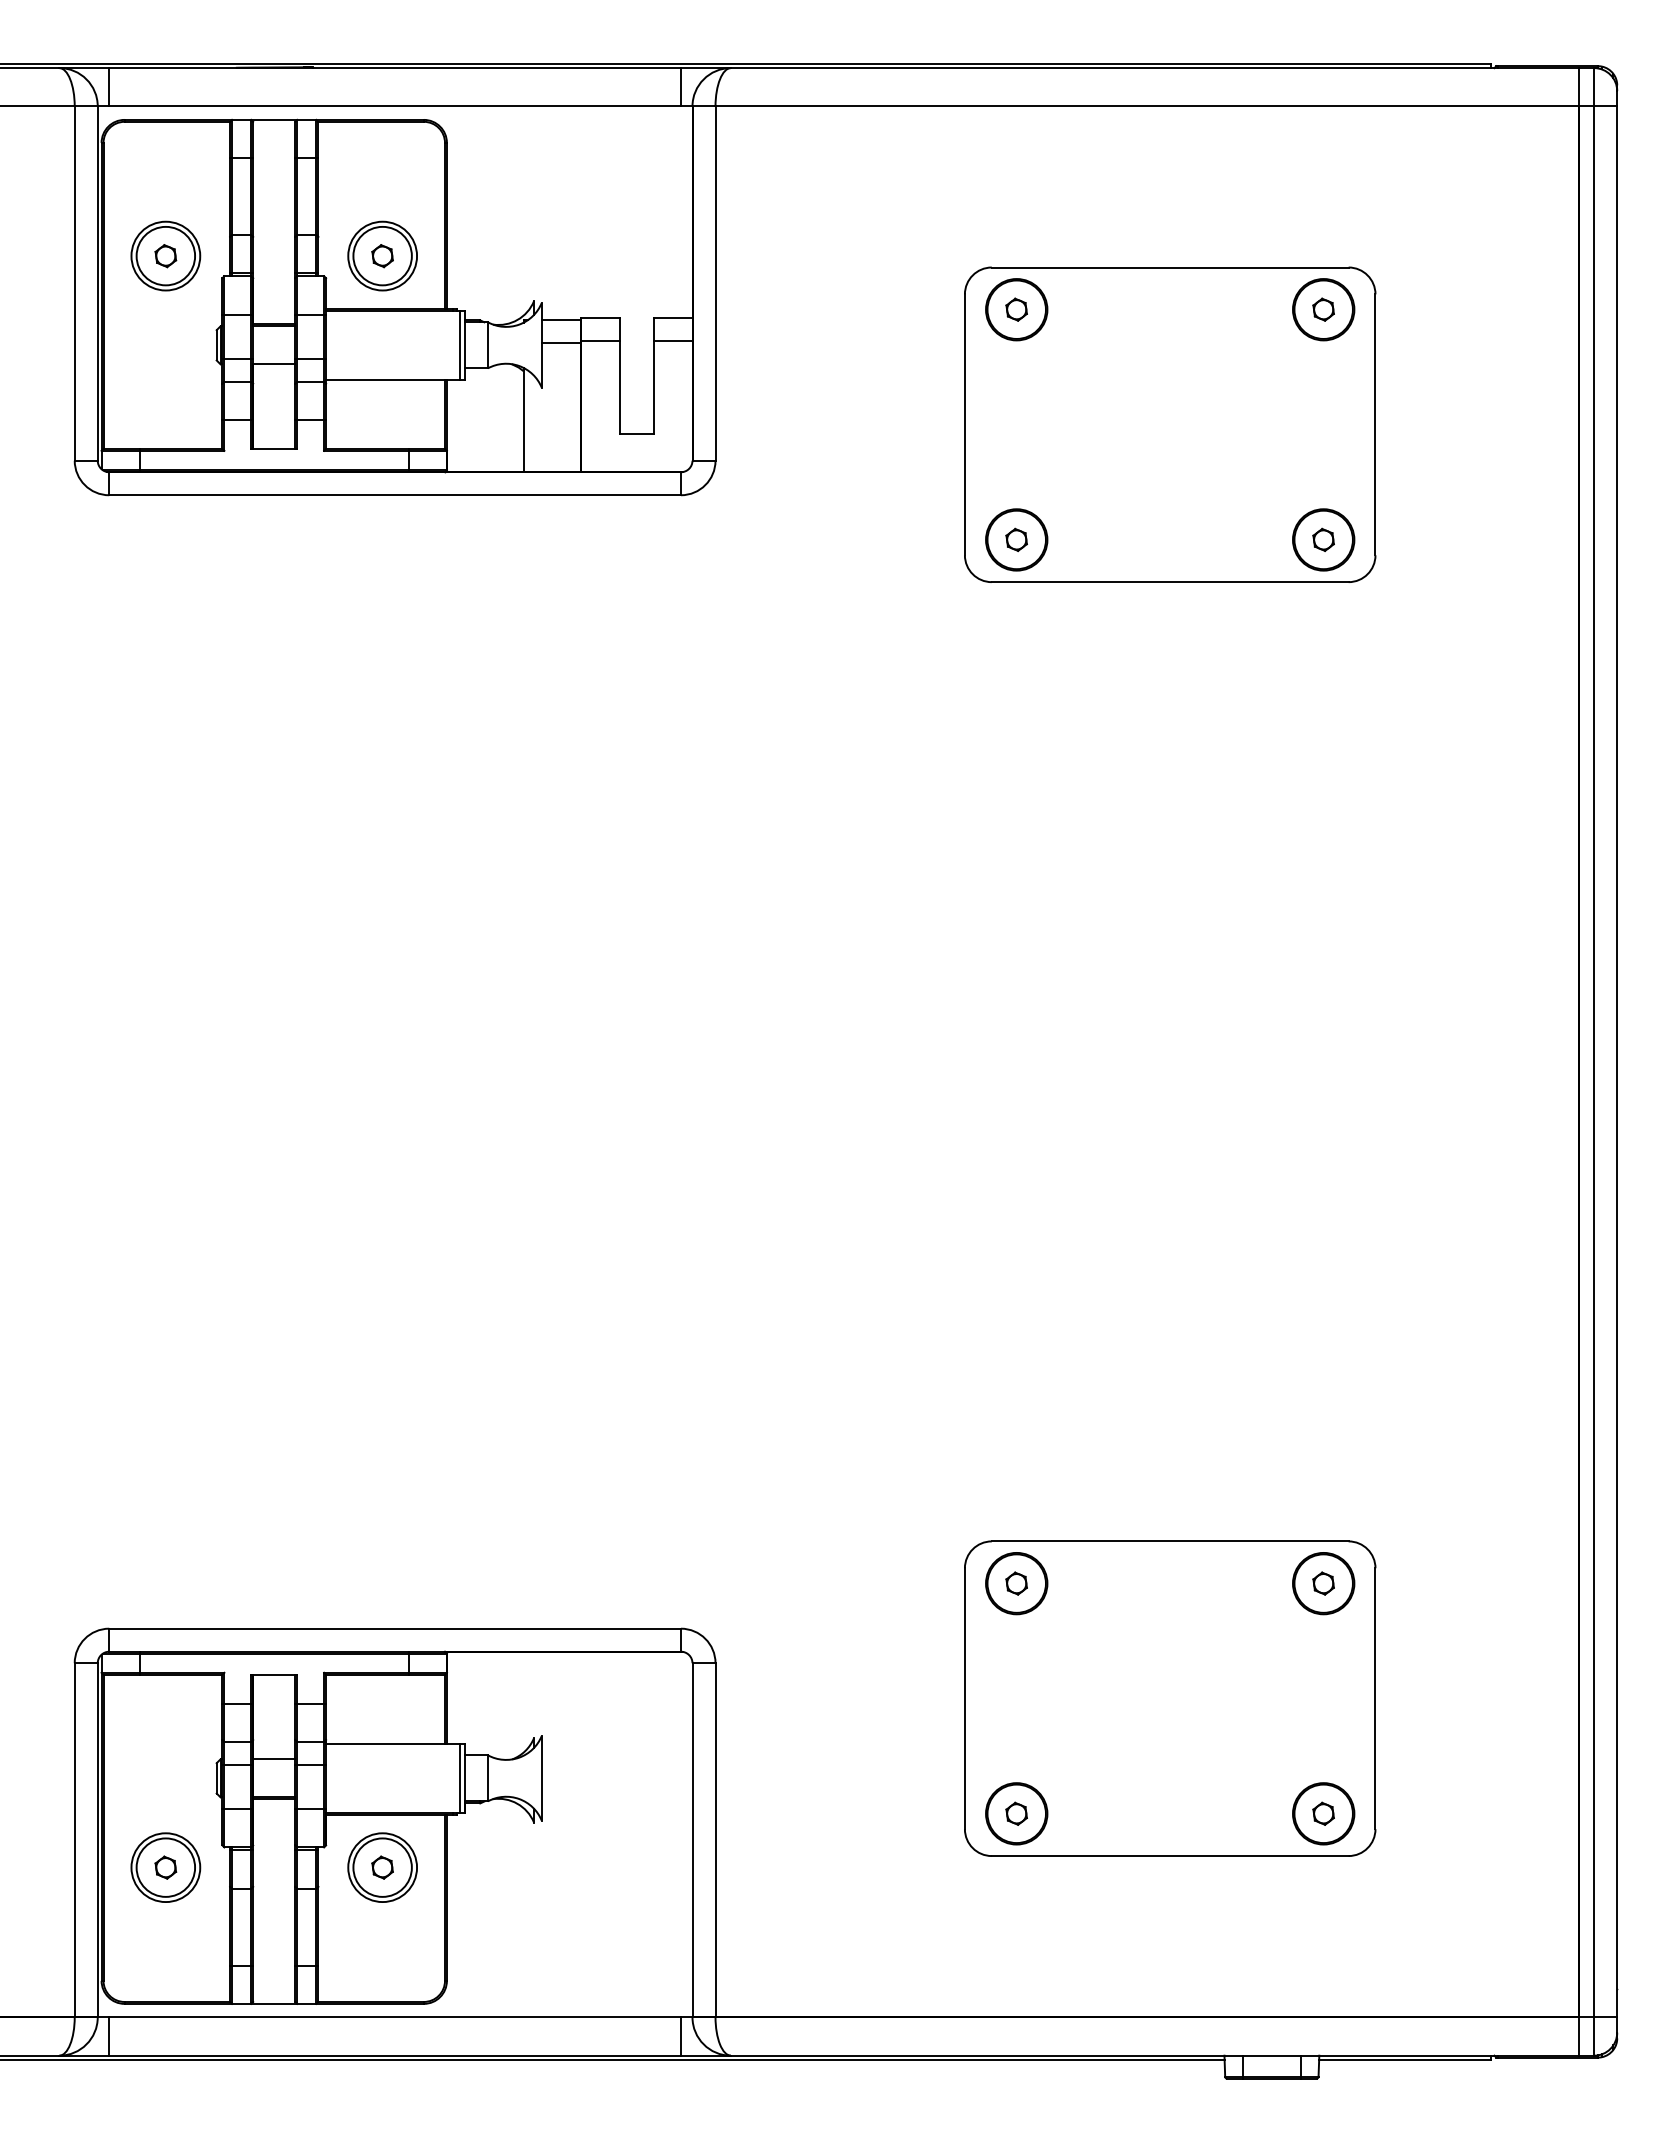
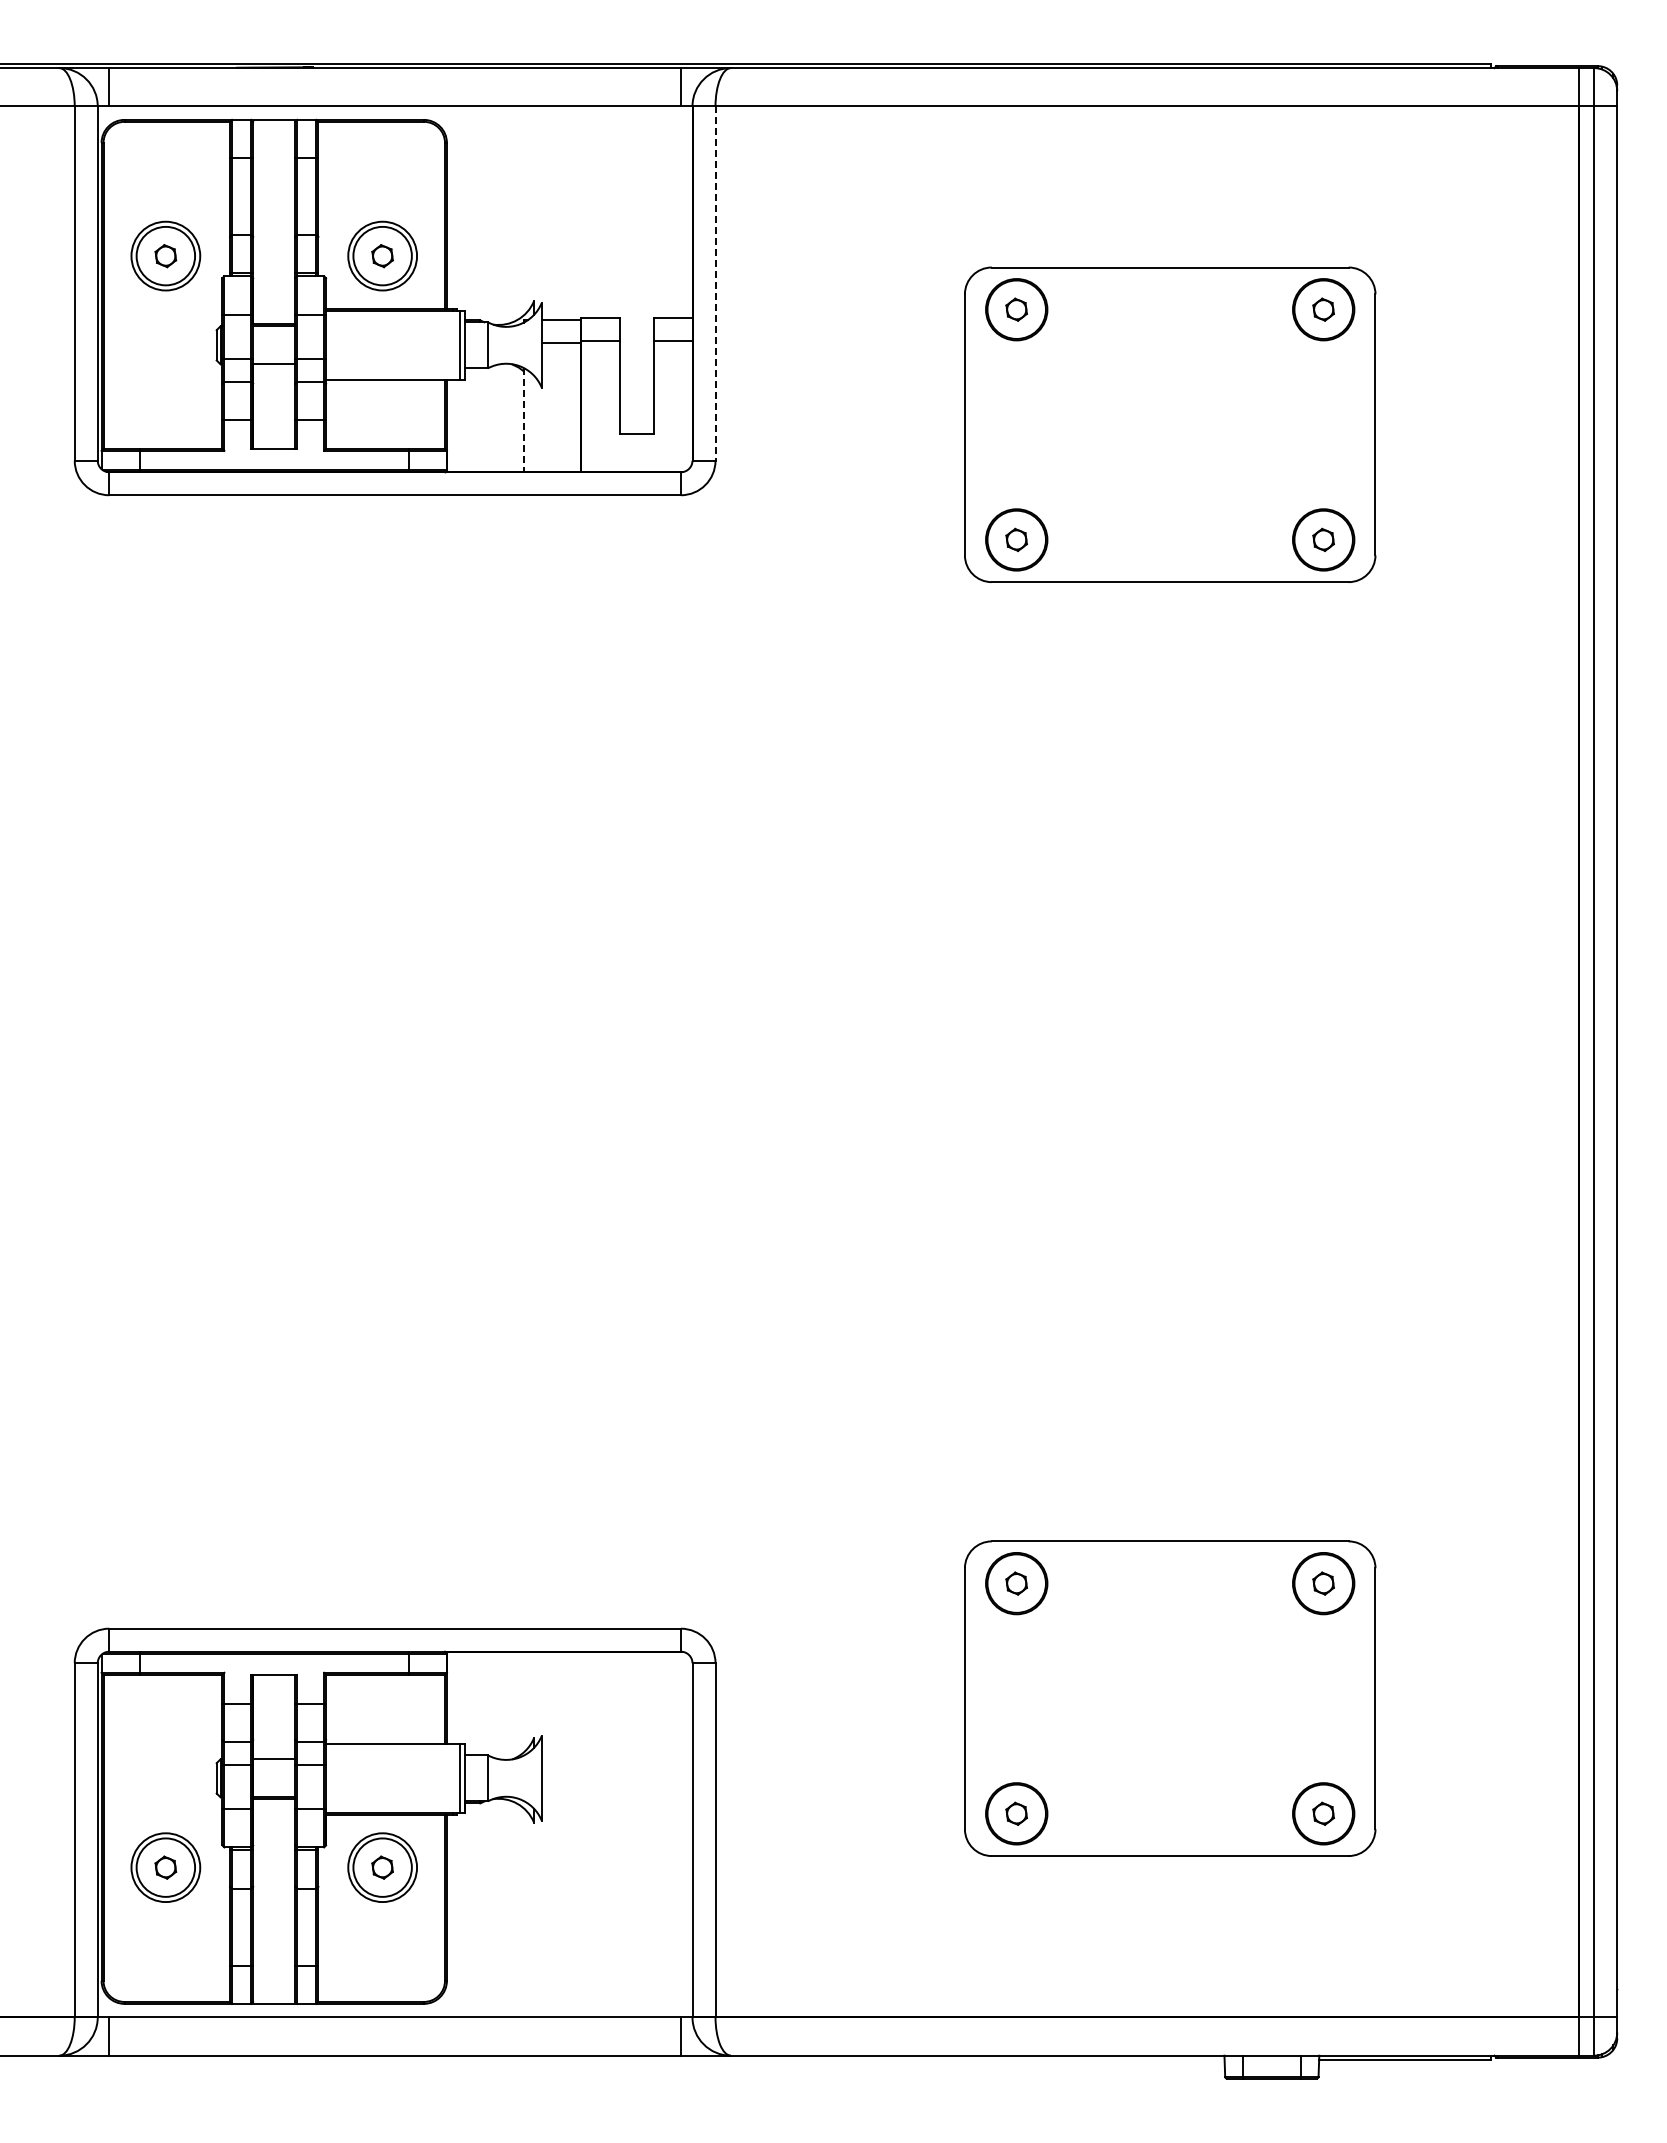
line at (715, 284): solid -> dashed
line at (523, 419): solid -> dashed
line at (613, 2059): present -> none
